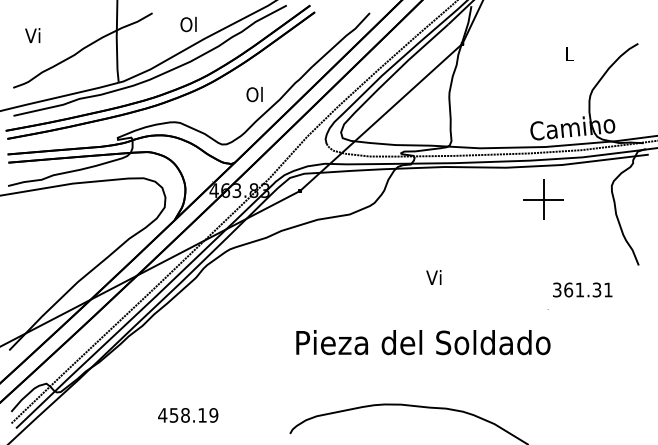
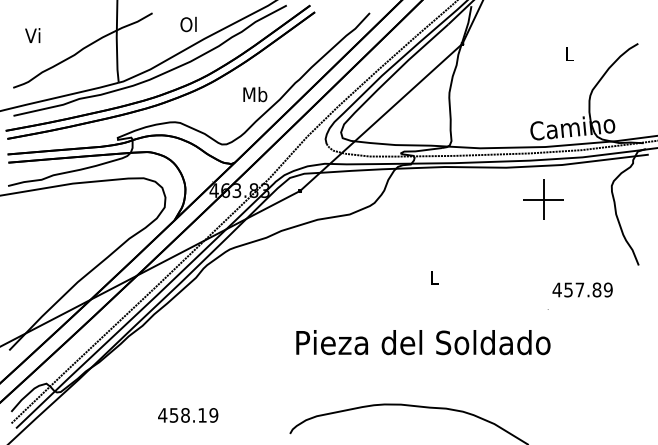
text at (255, 94): Ol -> Mb
text at (433, 277): Vi -> L
text at (582, 289): 361.31 -> 457.89
